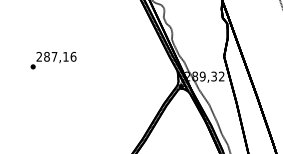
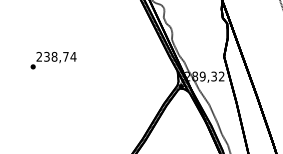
text at (60, 56): 287,16 -> 238,74
